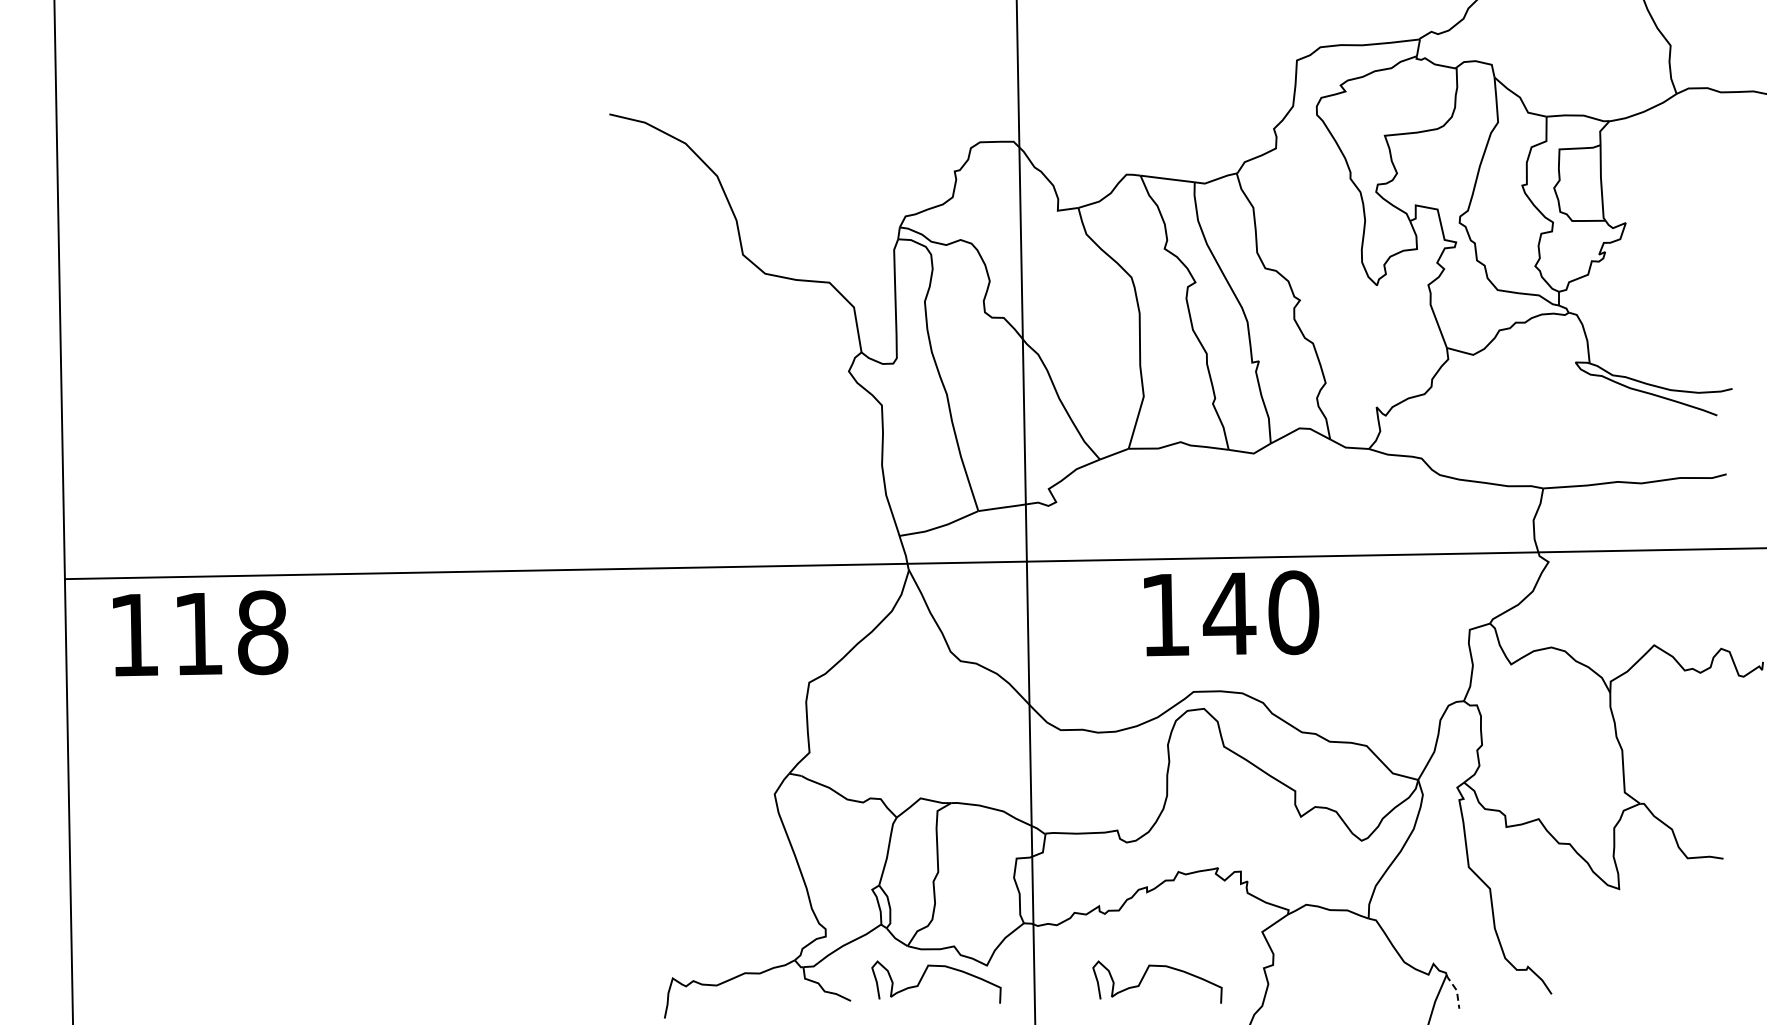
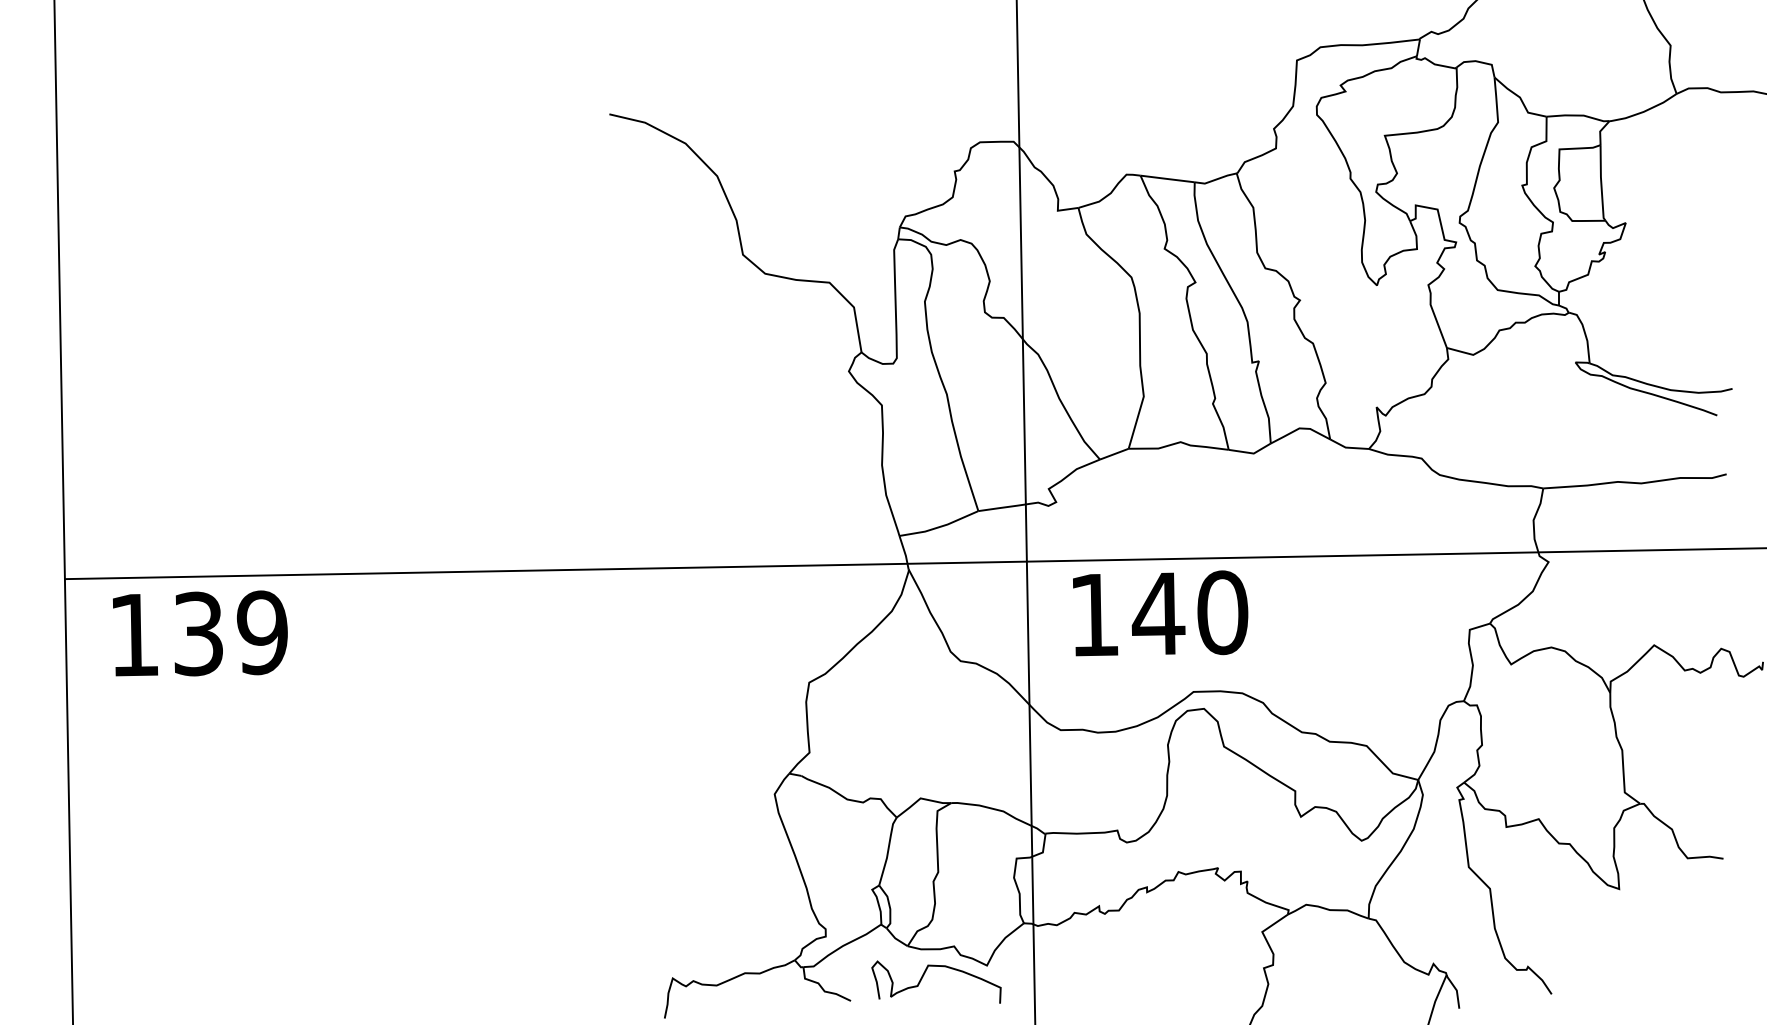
text at (1231, 613) position: (1231, 613) -> (1160, 613)
text at (231, 633): 118 -> 139
curve at (1145, 975): present -> none
line at (1456, 990): dashed -> solid
